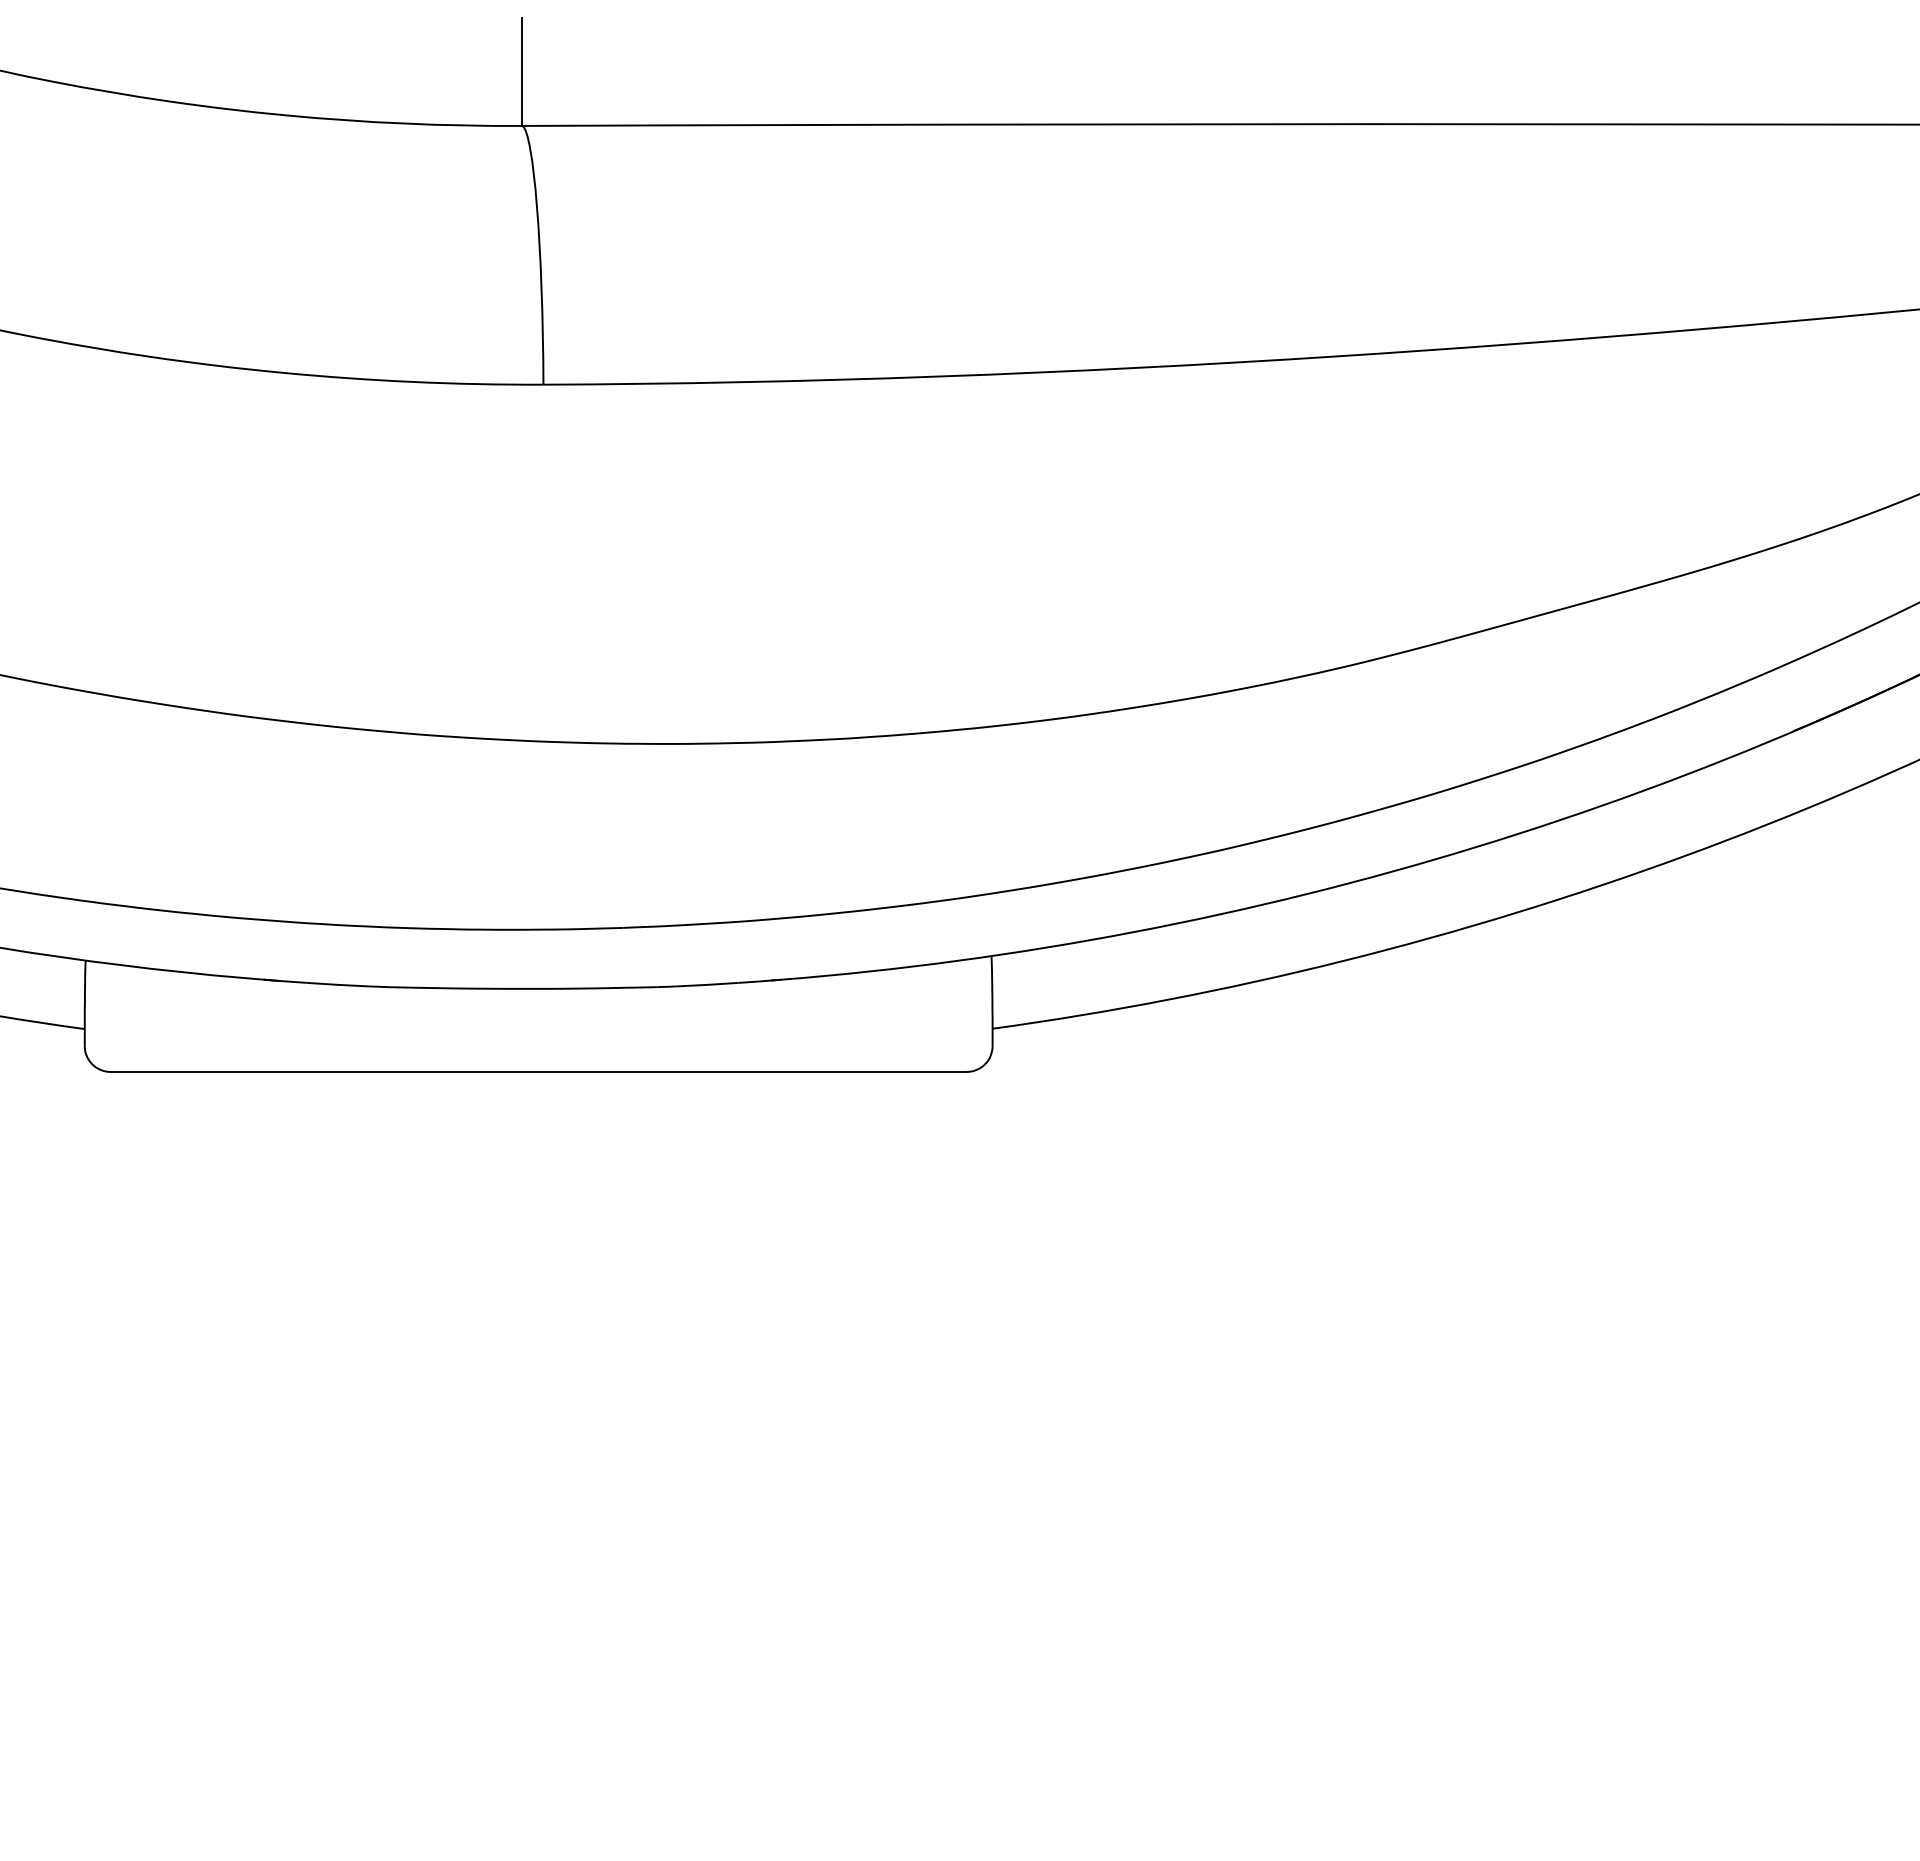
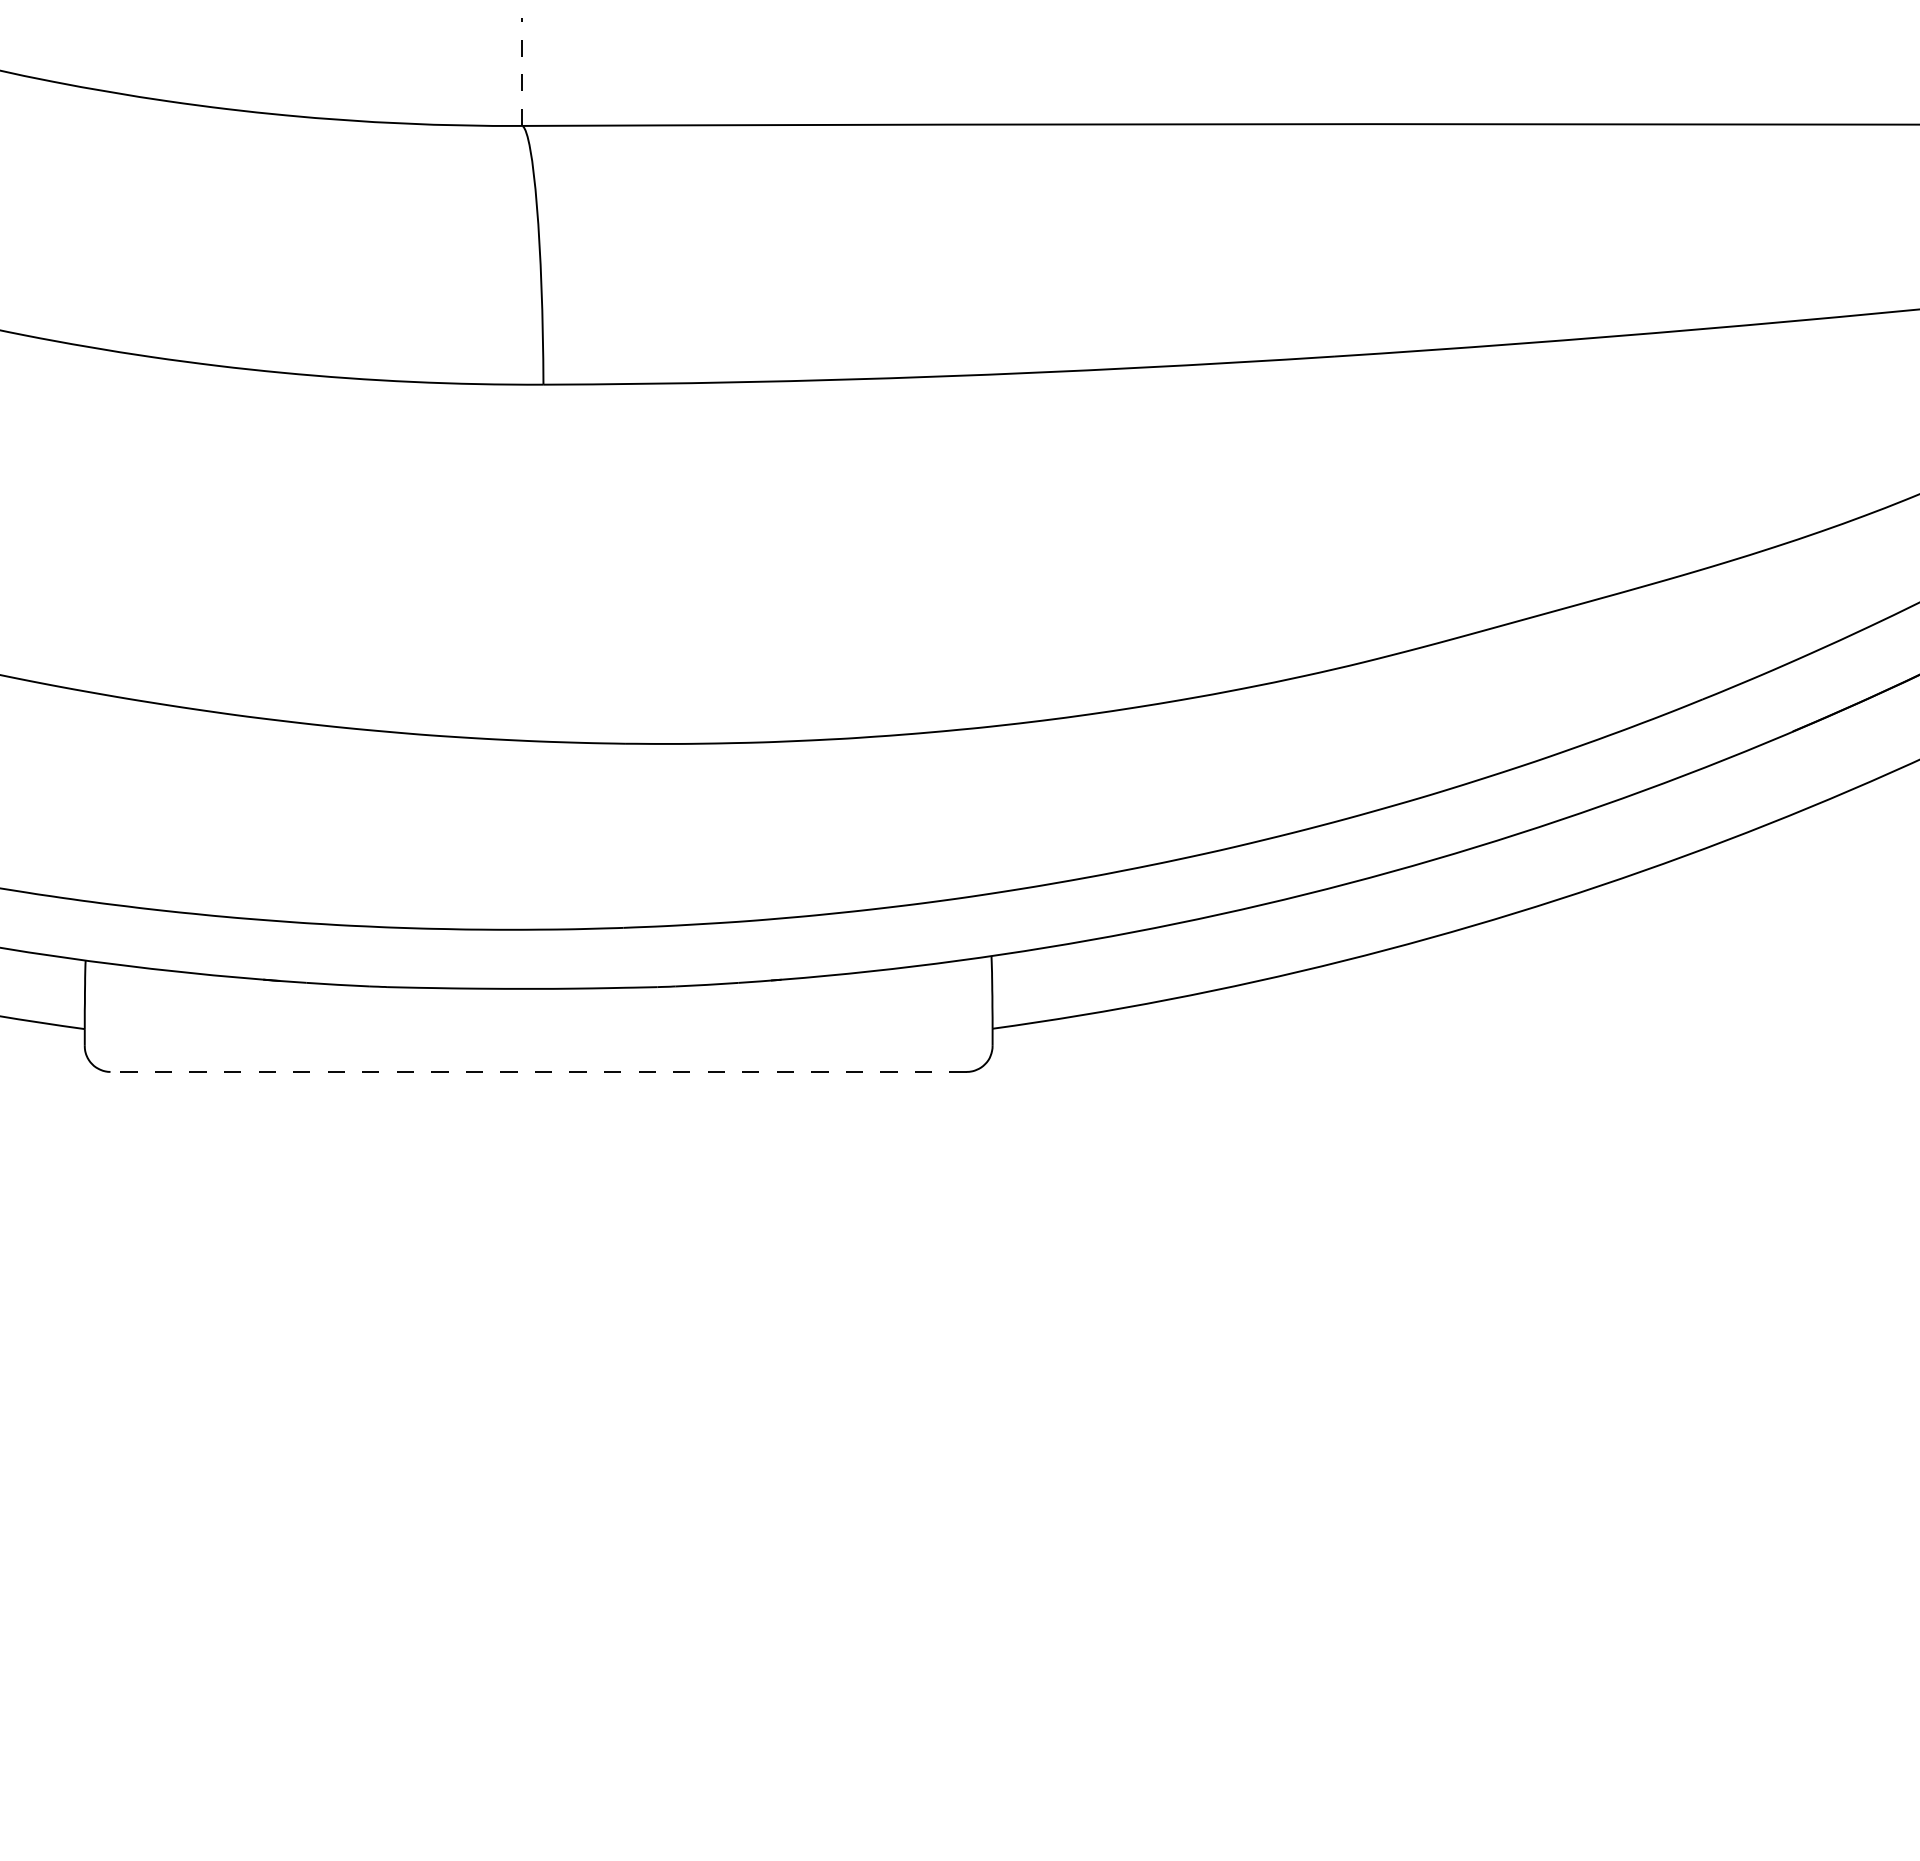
line at (522, 71): solid -> dashed
line at (538, 1071): solid -> dashed
